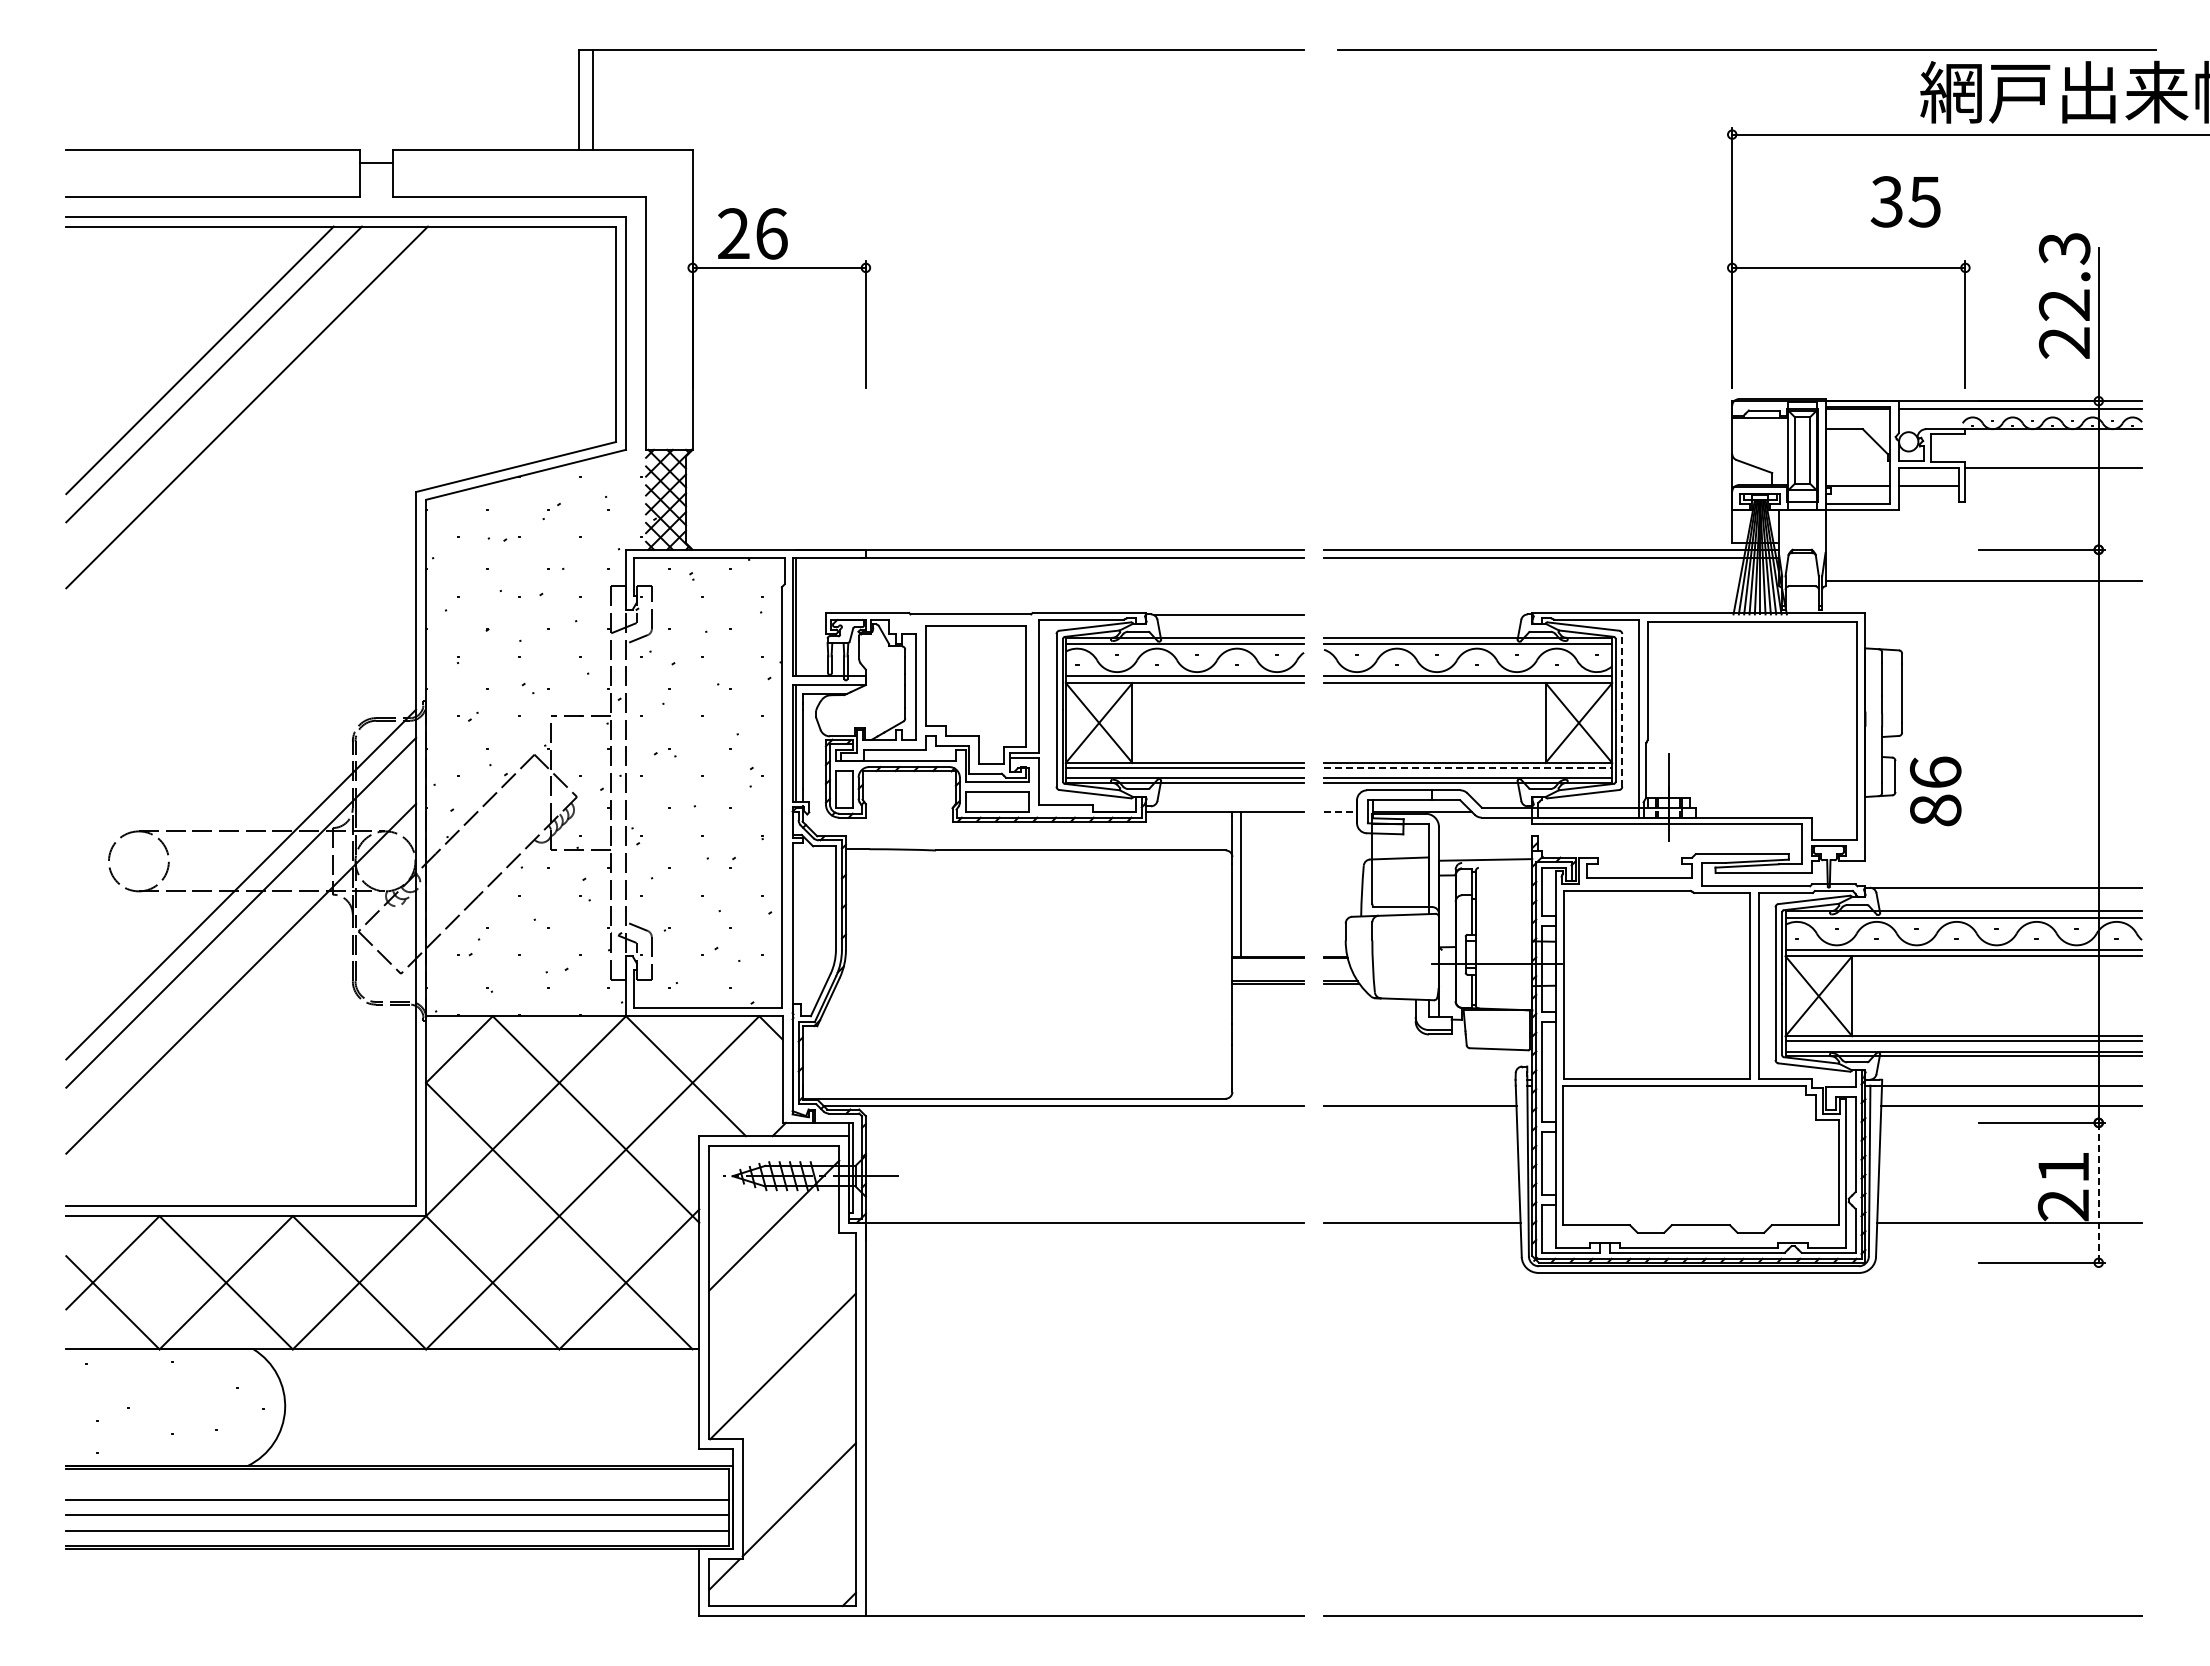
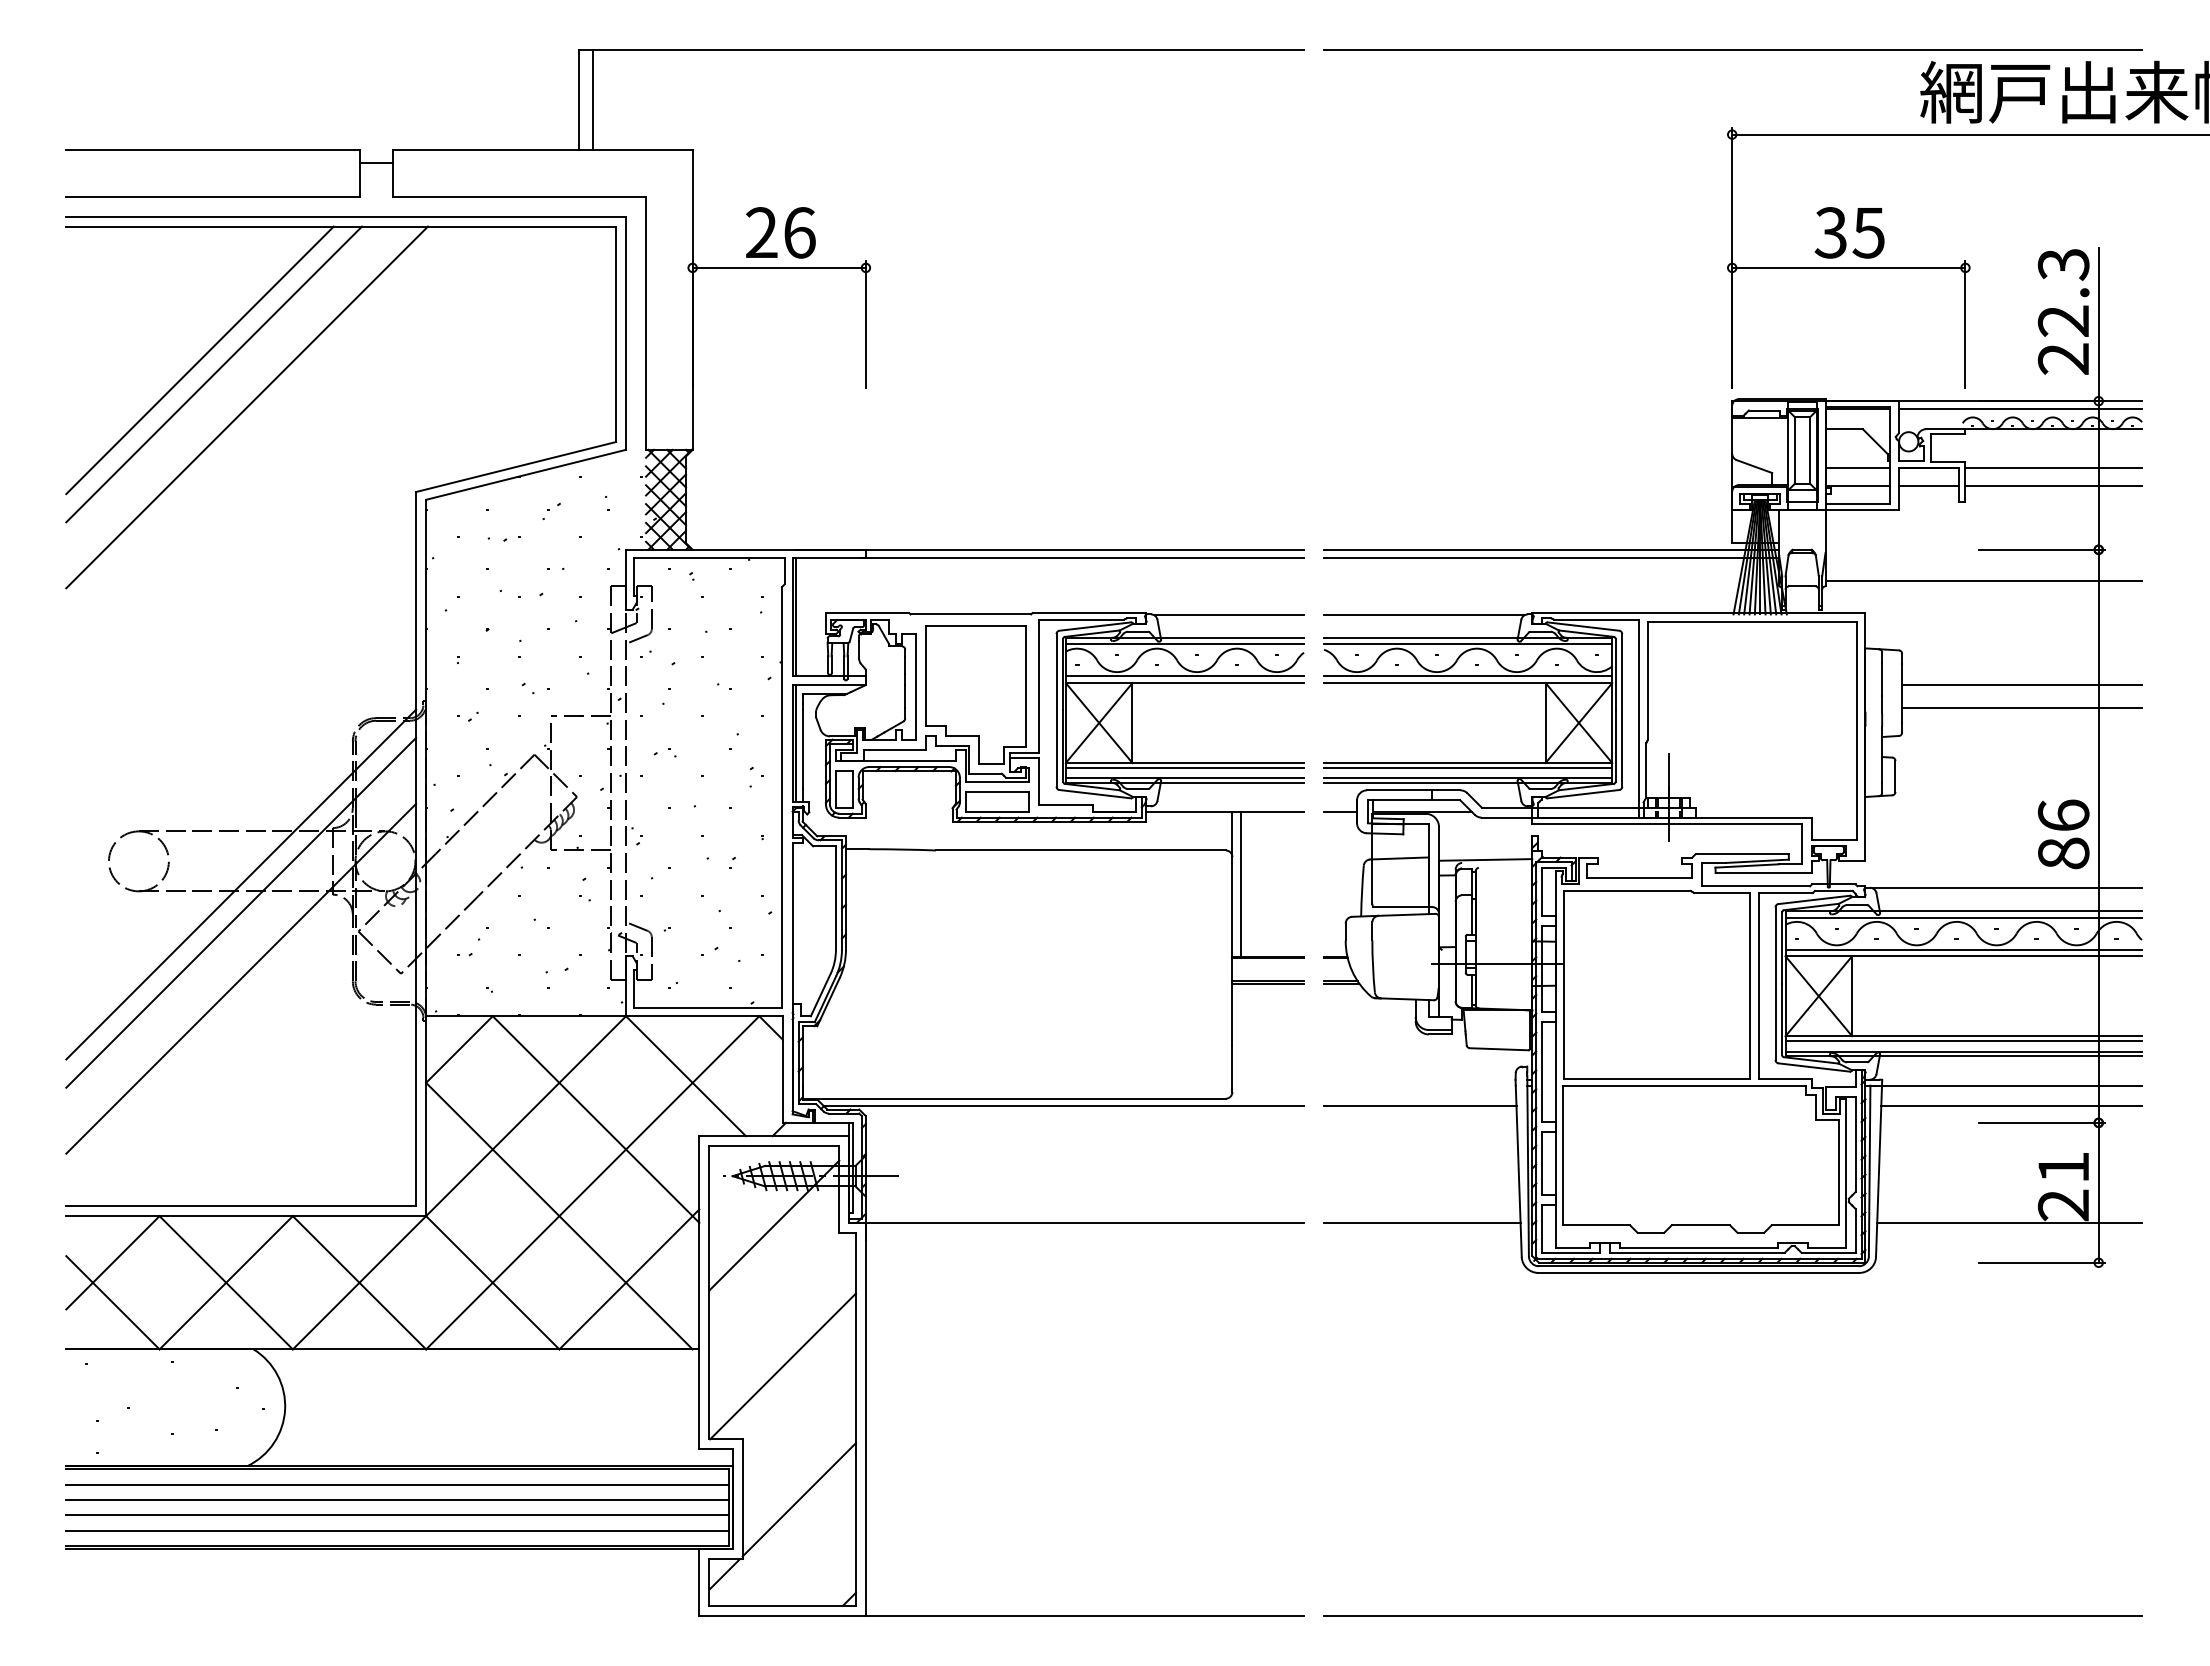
line at (1746, 49) position: (1746, 49) -> (1732, 49)
text at (1905, 201) position: (1905, 201) -> (1849, 232)
text at (752, 233) position: (752, 233) -> (780, 232)
text at (2064, 295) position: (2064, 295) -> (2063, 311)
line at (1857, 468): none -> present
line at (2053, 486): none -> present
line at (1424, 615): none -> present
line at (2022, 685): none -> present
line at (2022, 707): none -> present
line at (1622, 709): dashed -> solid
line at (1468, 767): dashed -> solid
text at (1935, 791) position: (1935, 791) -> (2063, 834)
line at (1341, 812): dashed -> solid
line at (2098, 1192): dashed -> solid
line at (397, 1484): none -> present
